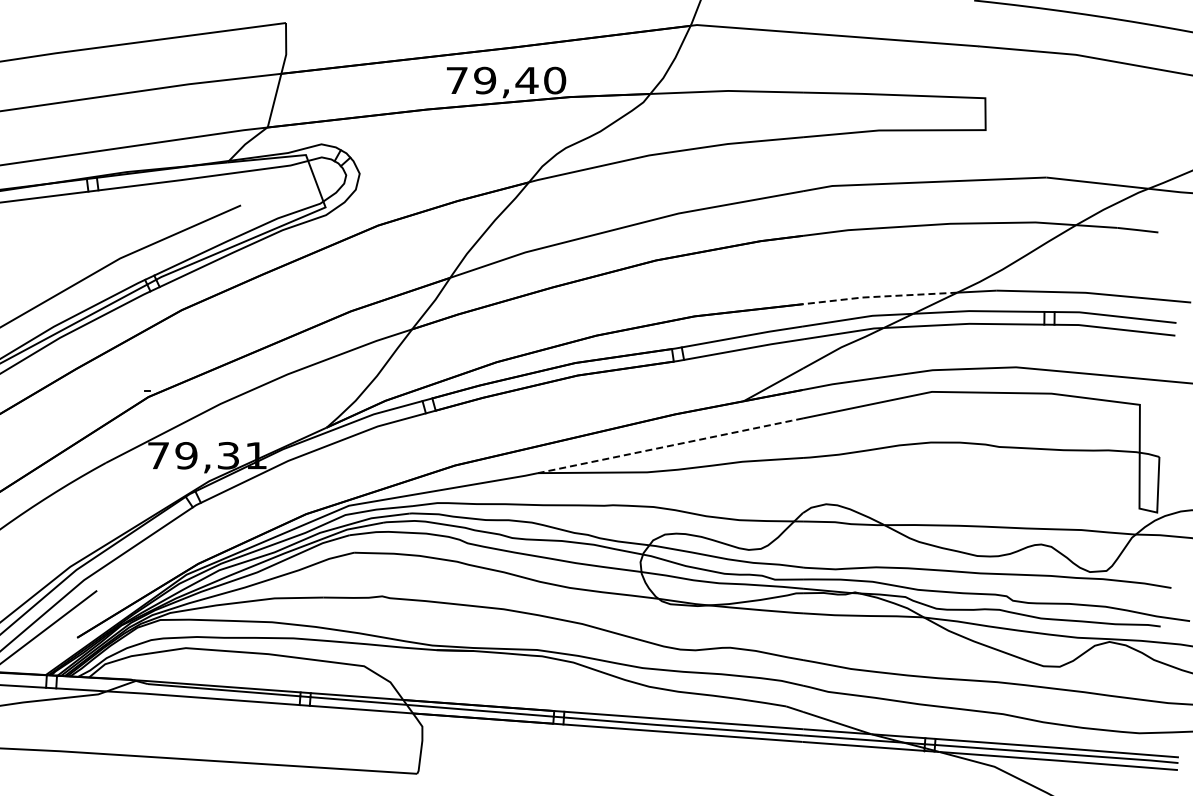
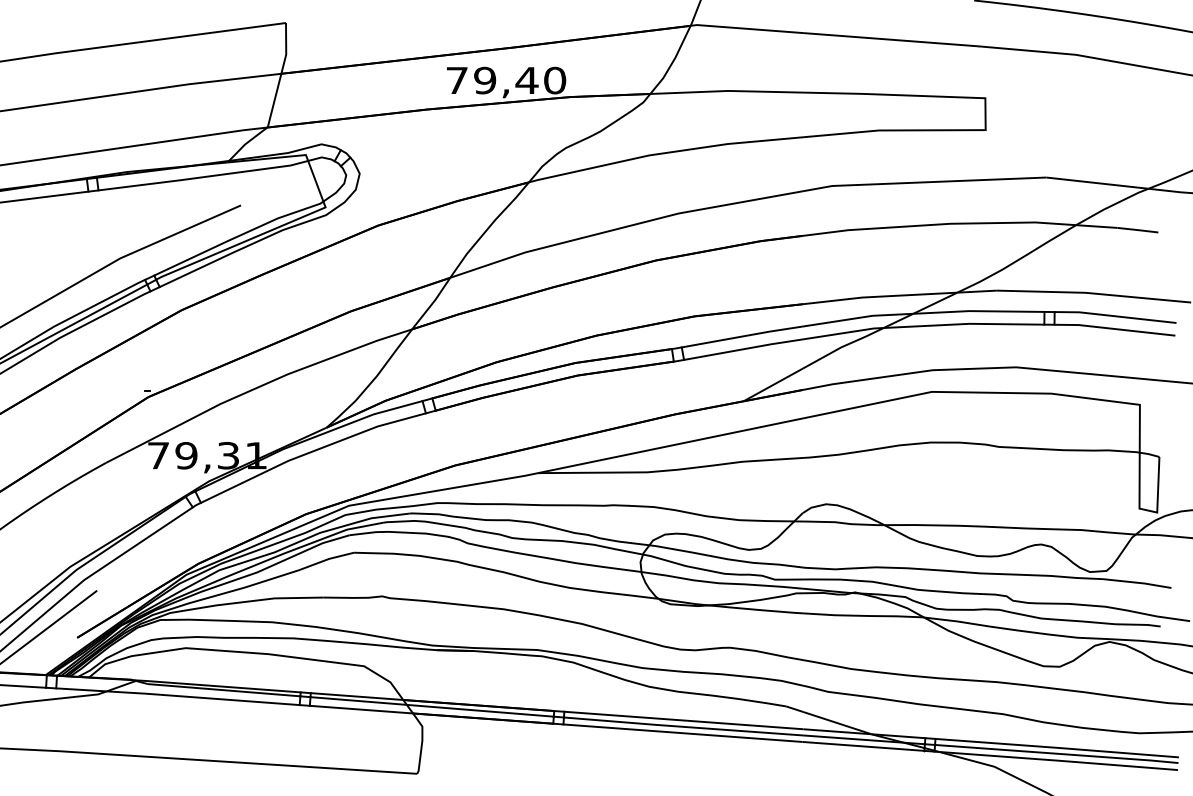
line at (879, 296): dashed -> solid
line at (670, 445): dashed -> solid
